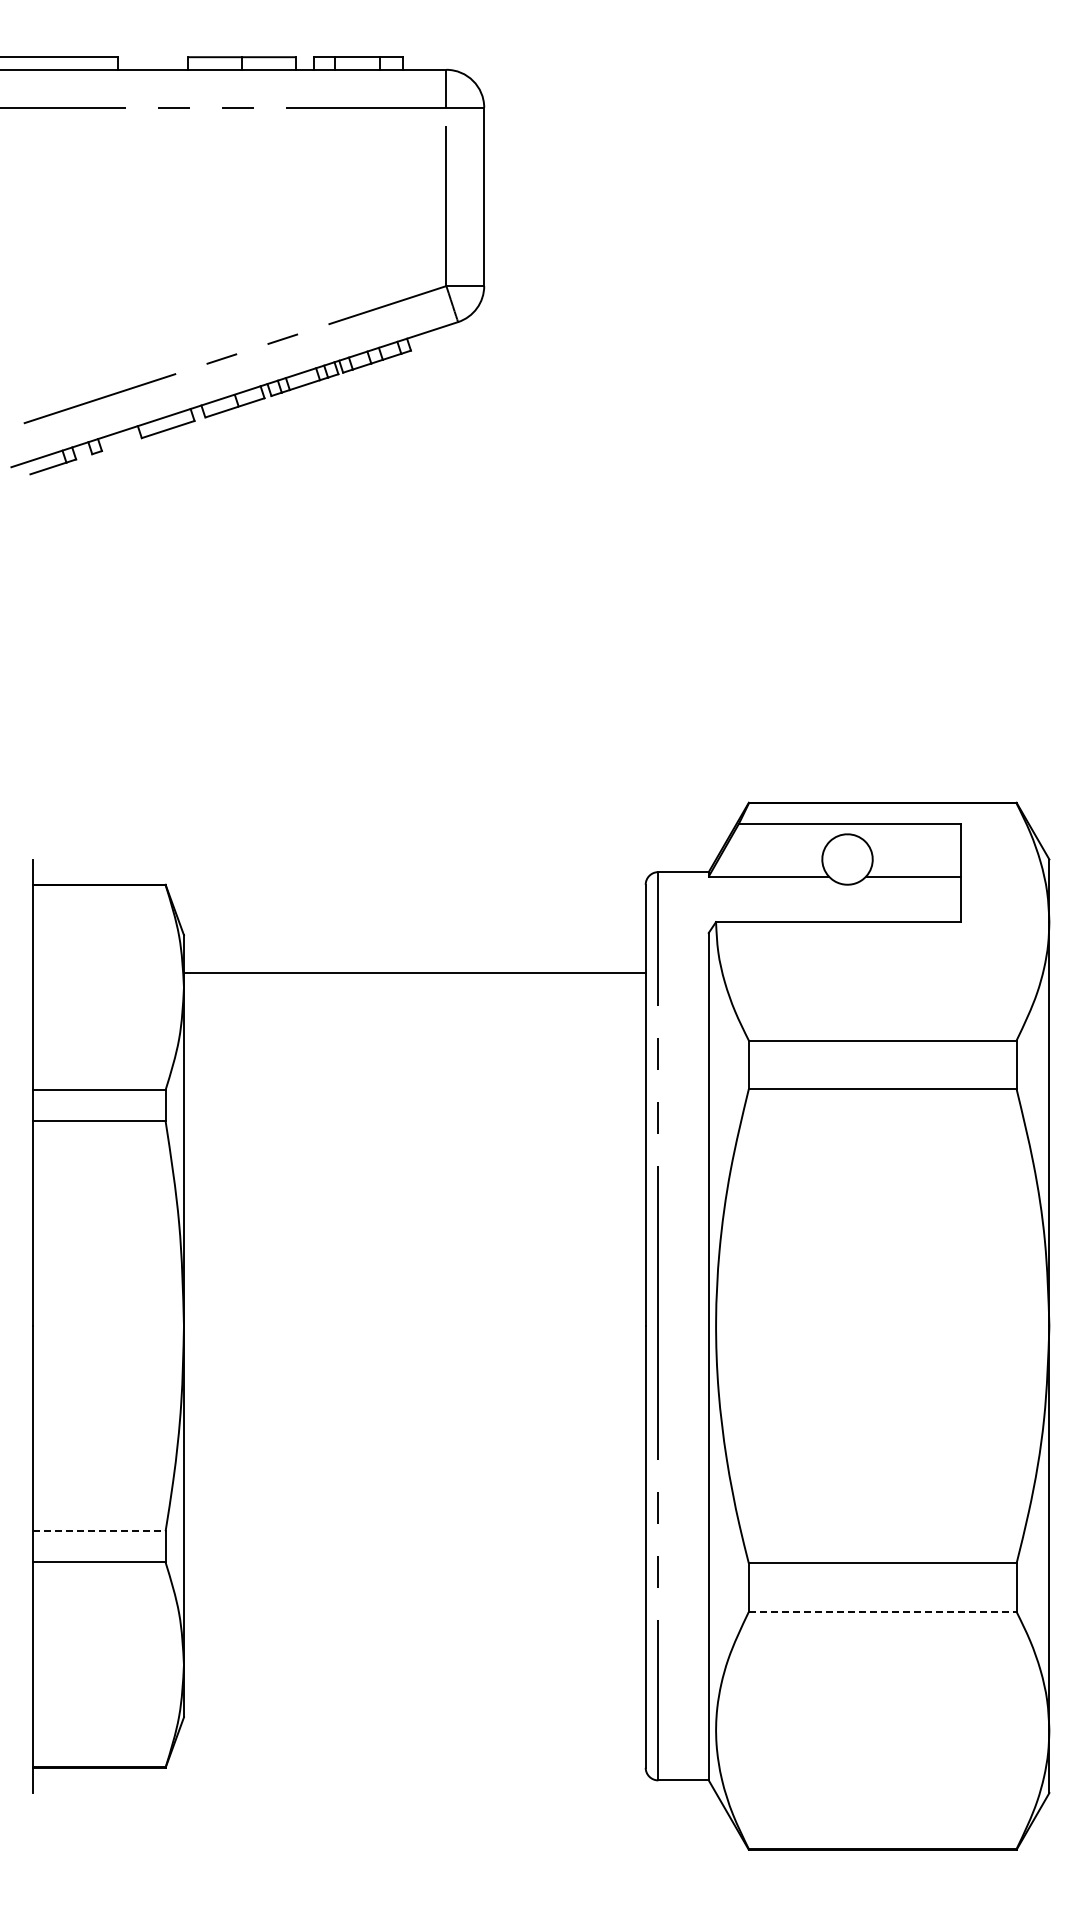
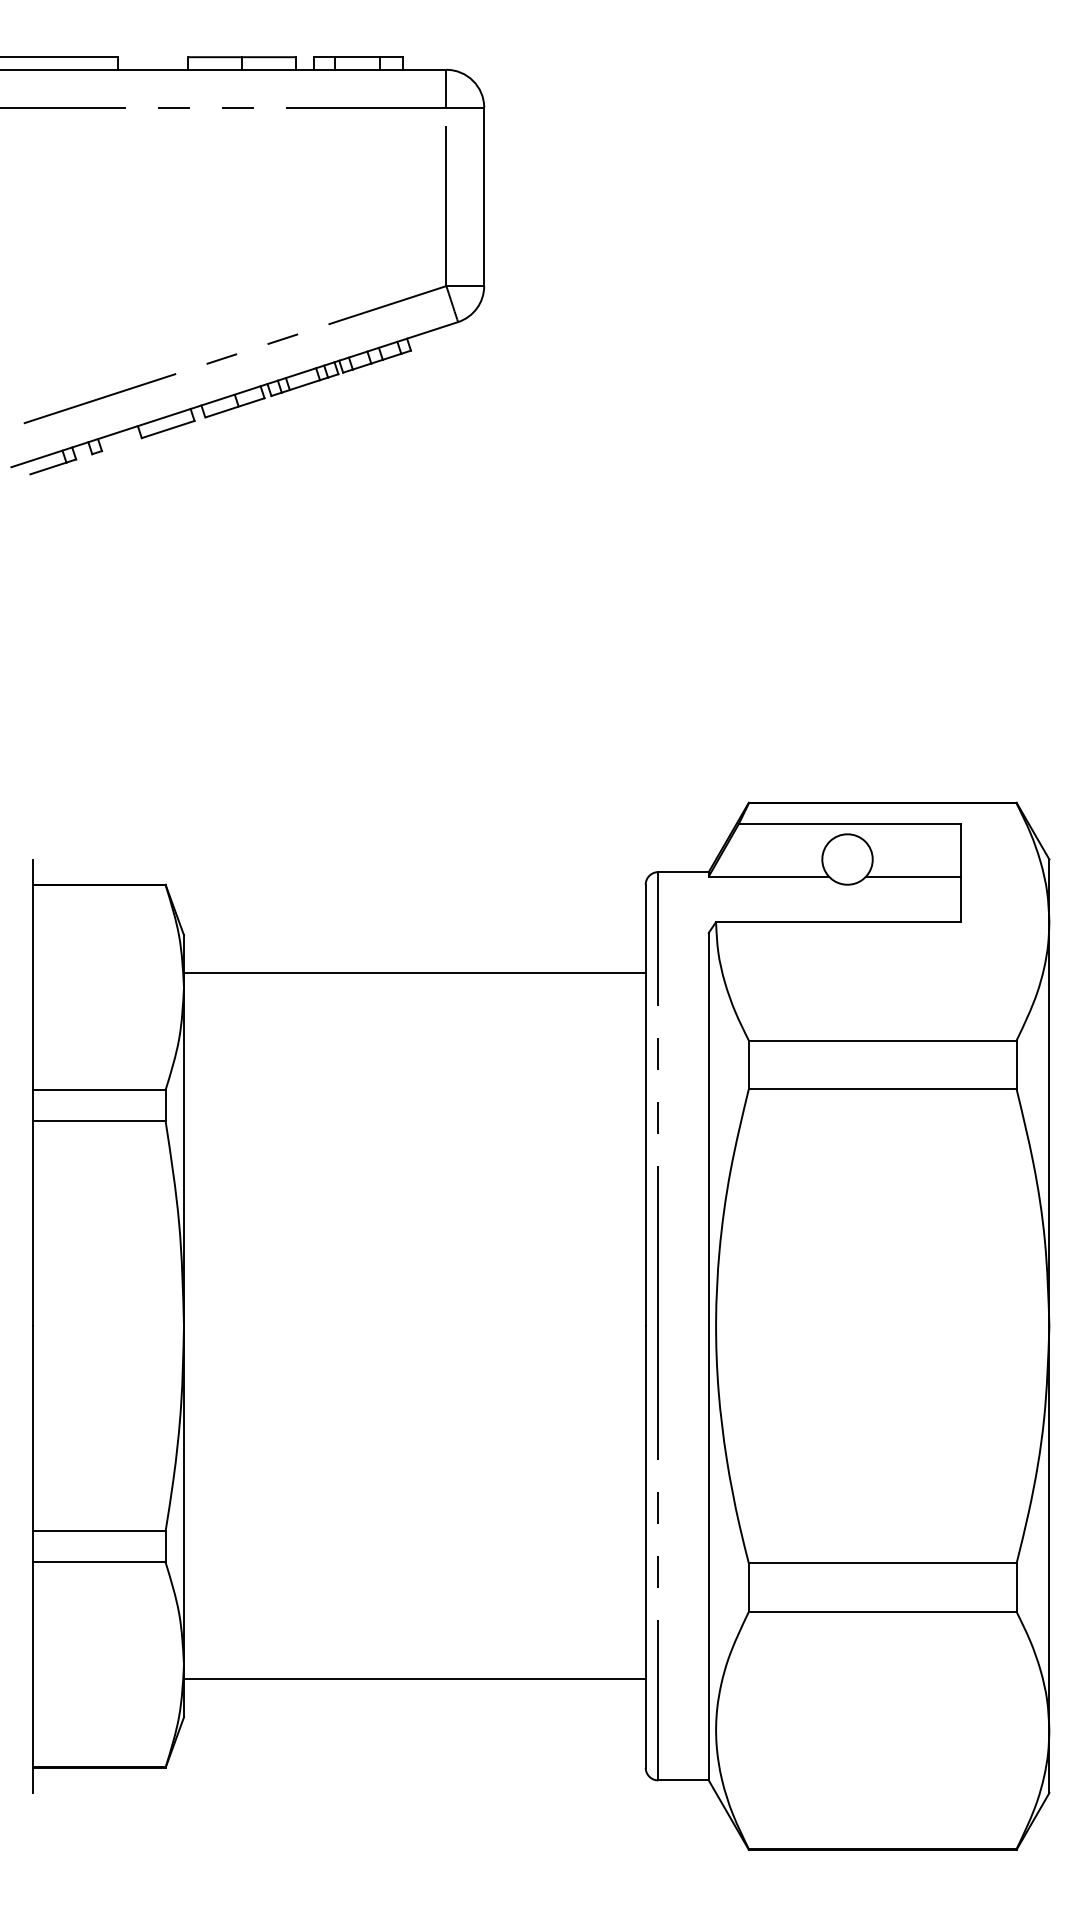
line at (99, 1531): dashed -> solid
line at (882, 1611): dashed -> solid
line at (414, 1679): none -> present
